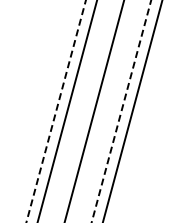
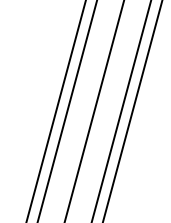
line at (56, 111): dashed -> solid
line at (121, 111): dashed -> solid
